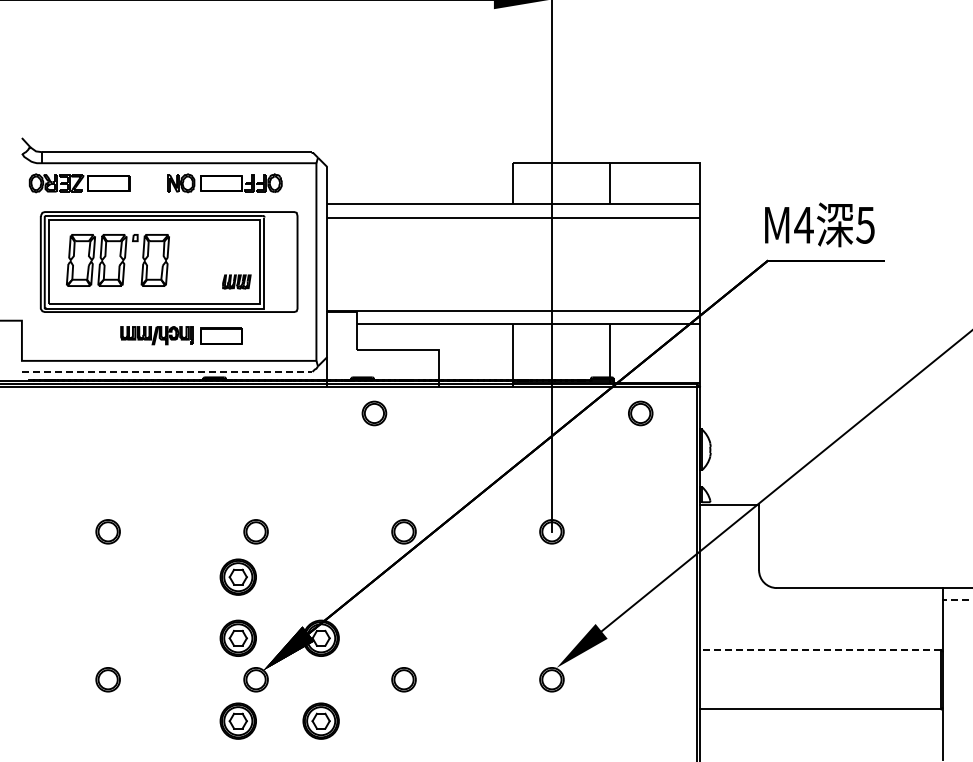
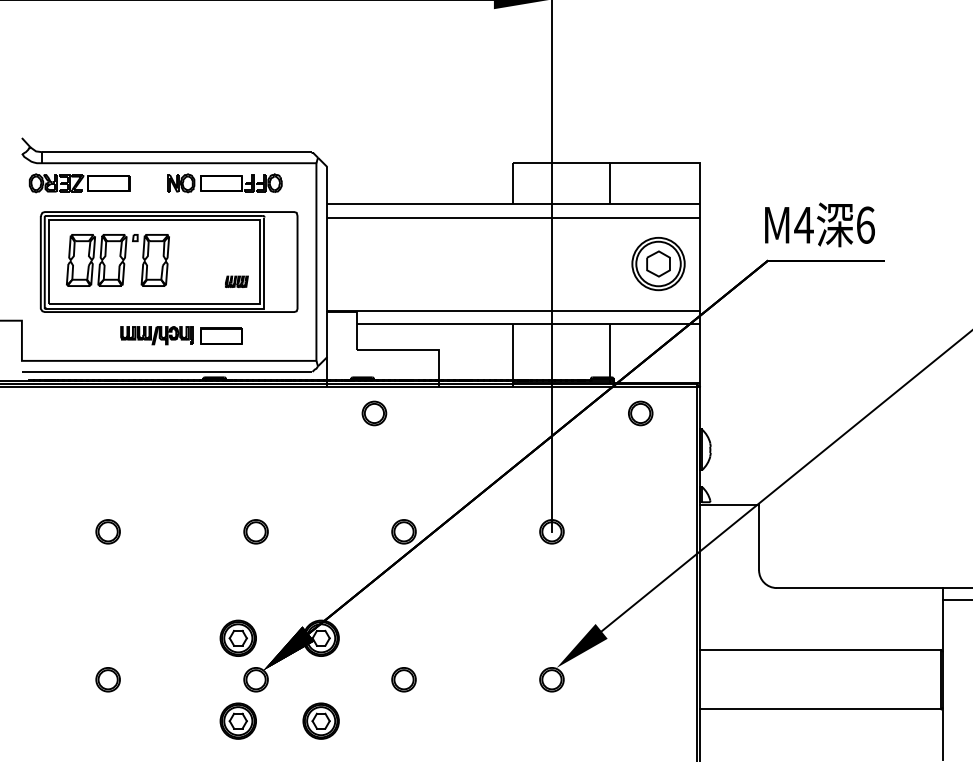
text at (865, 224): 5 -> 6
part at (658, 264): none -> present
part at (236, 281) size: 30x16 px -> 24x13 px
line at (167, 371): dashed -> solid
part at (237, 576): present -> none
line at (957, 599): dashed -> solid
line at (820, 650): dashed -> solid
